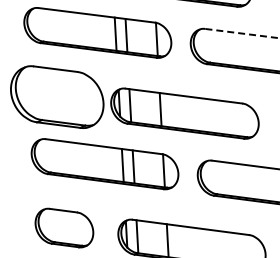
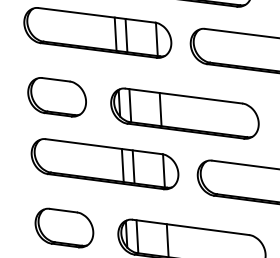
line at (242, 33): dashed -> solid
part at (57, 96) size: 95x64 px -> 60x41 px
